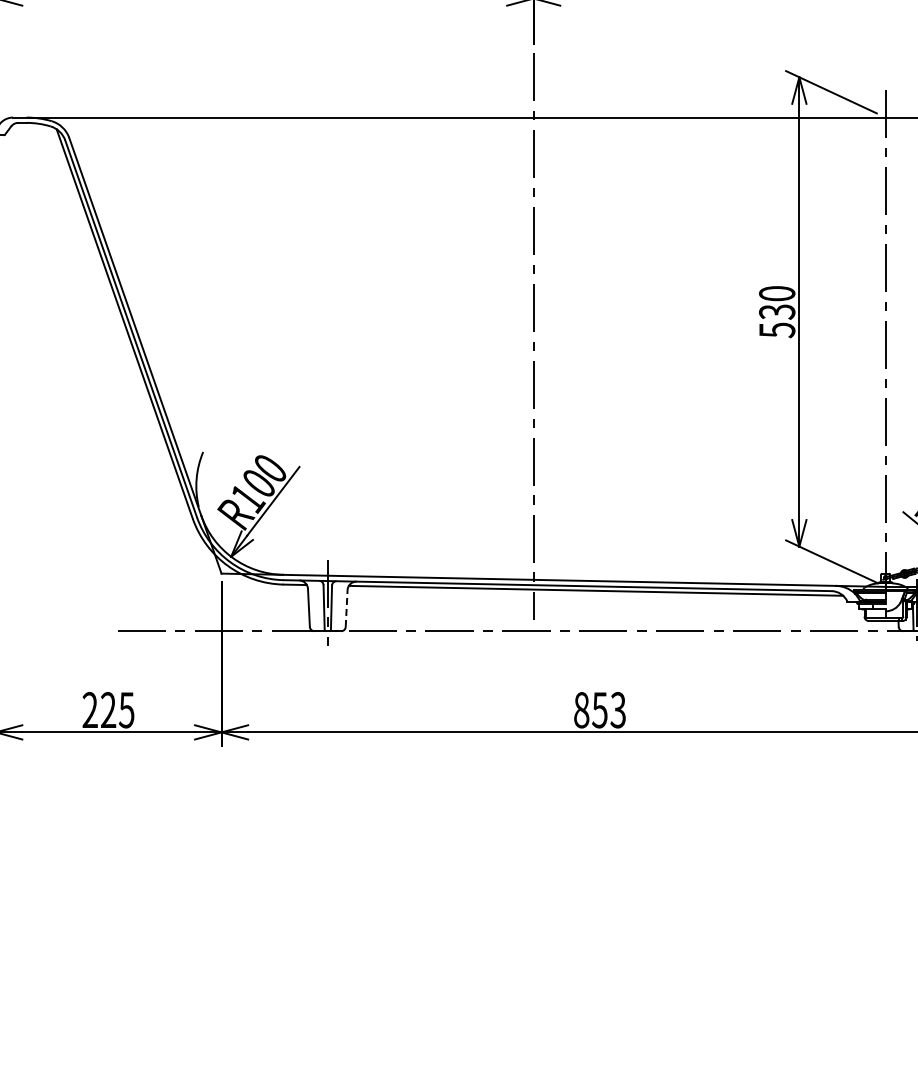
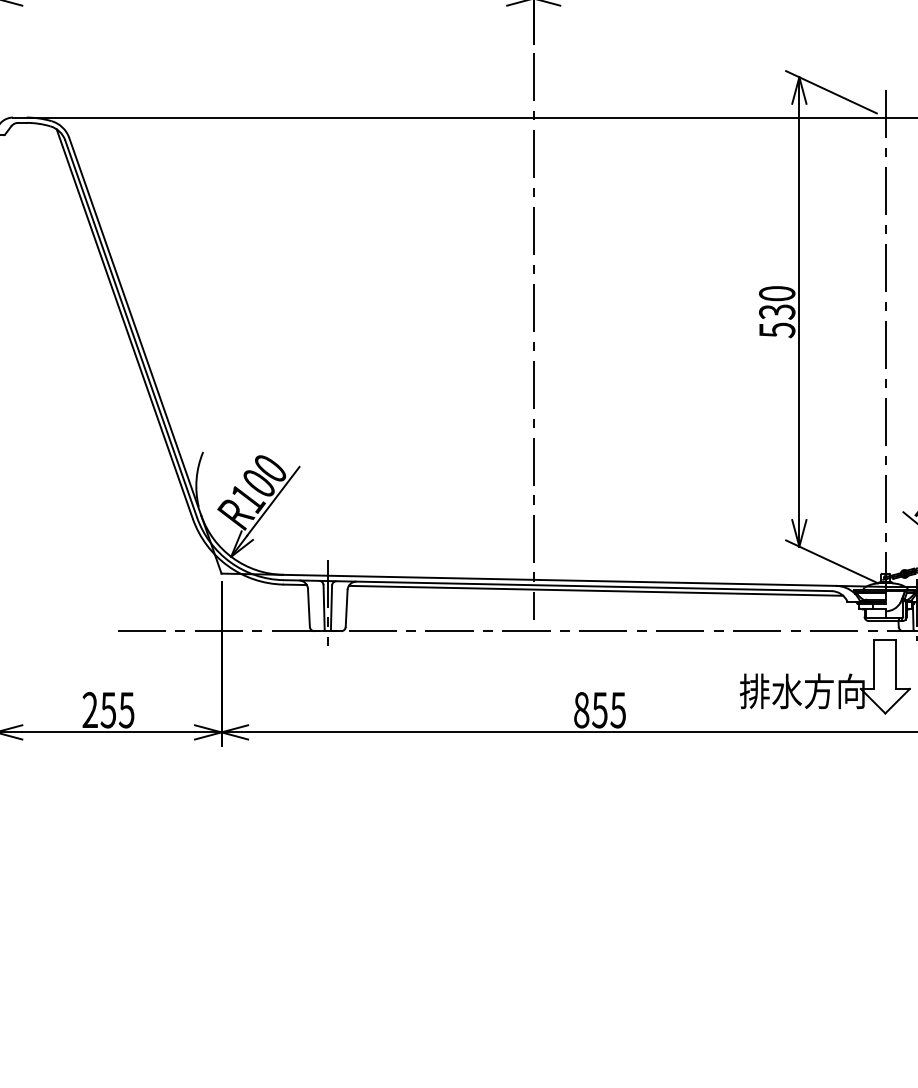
line at (346, 608): dashed -> solid
part at (825, 676): none -> present
text at (108, 710): 225 -> 255
text at (617, 710): 853 -> 855
